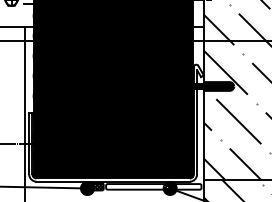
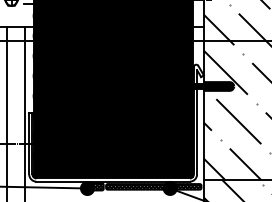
line at (7, 112): none -> present
hatch at (153, 186): none -> present
